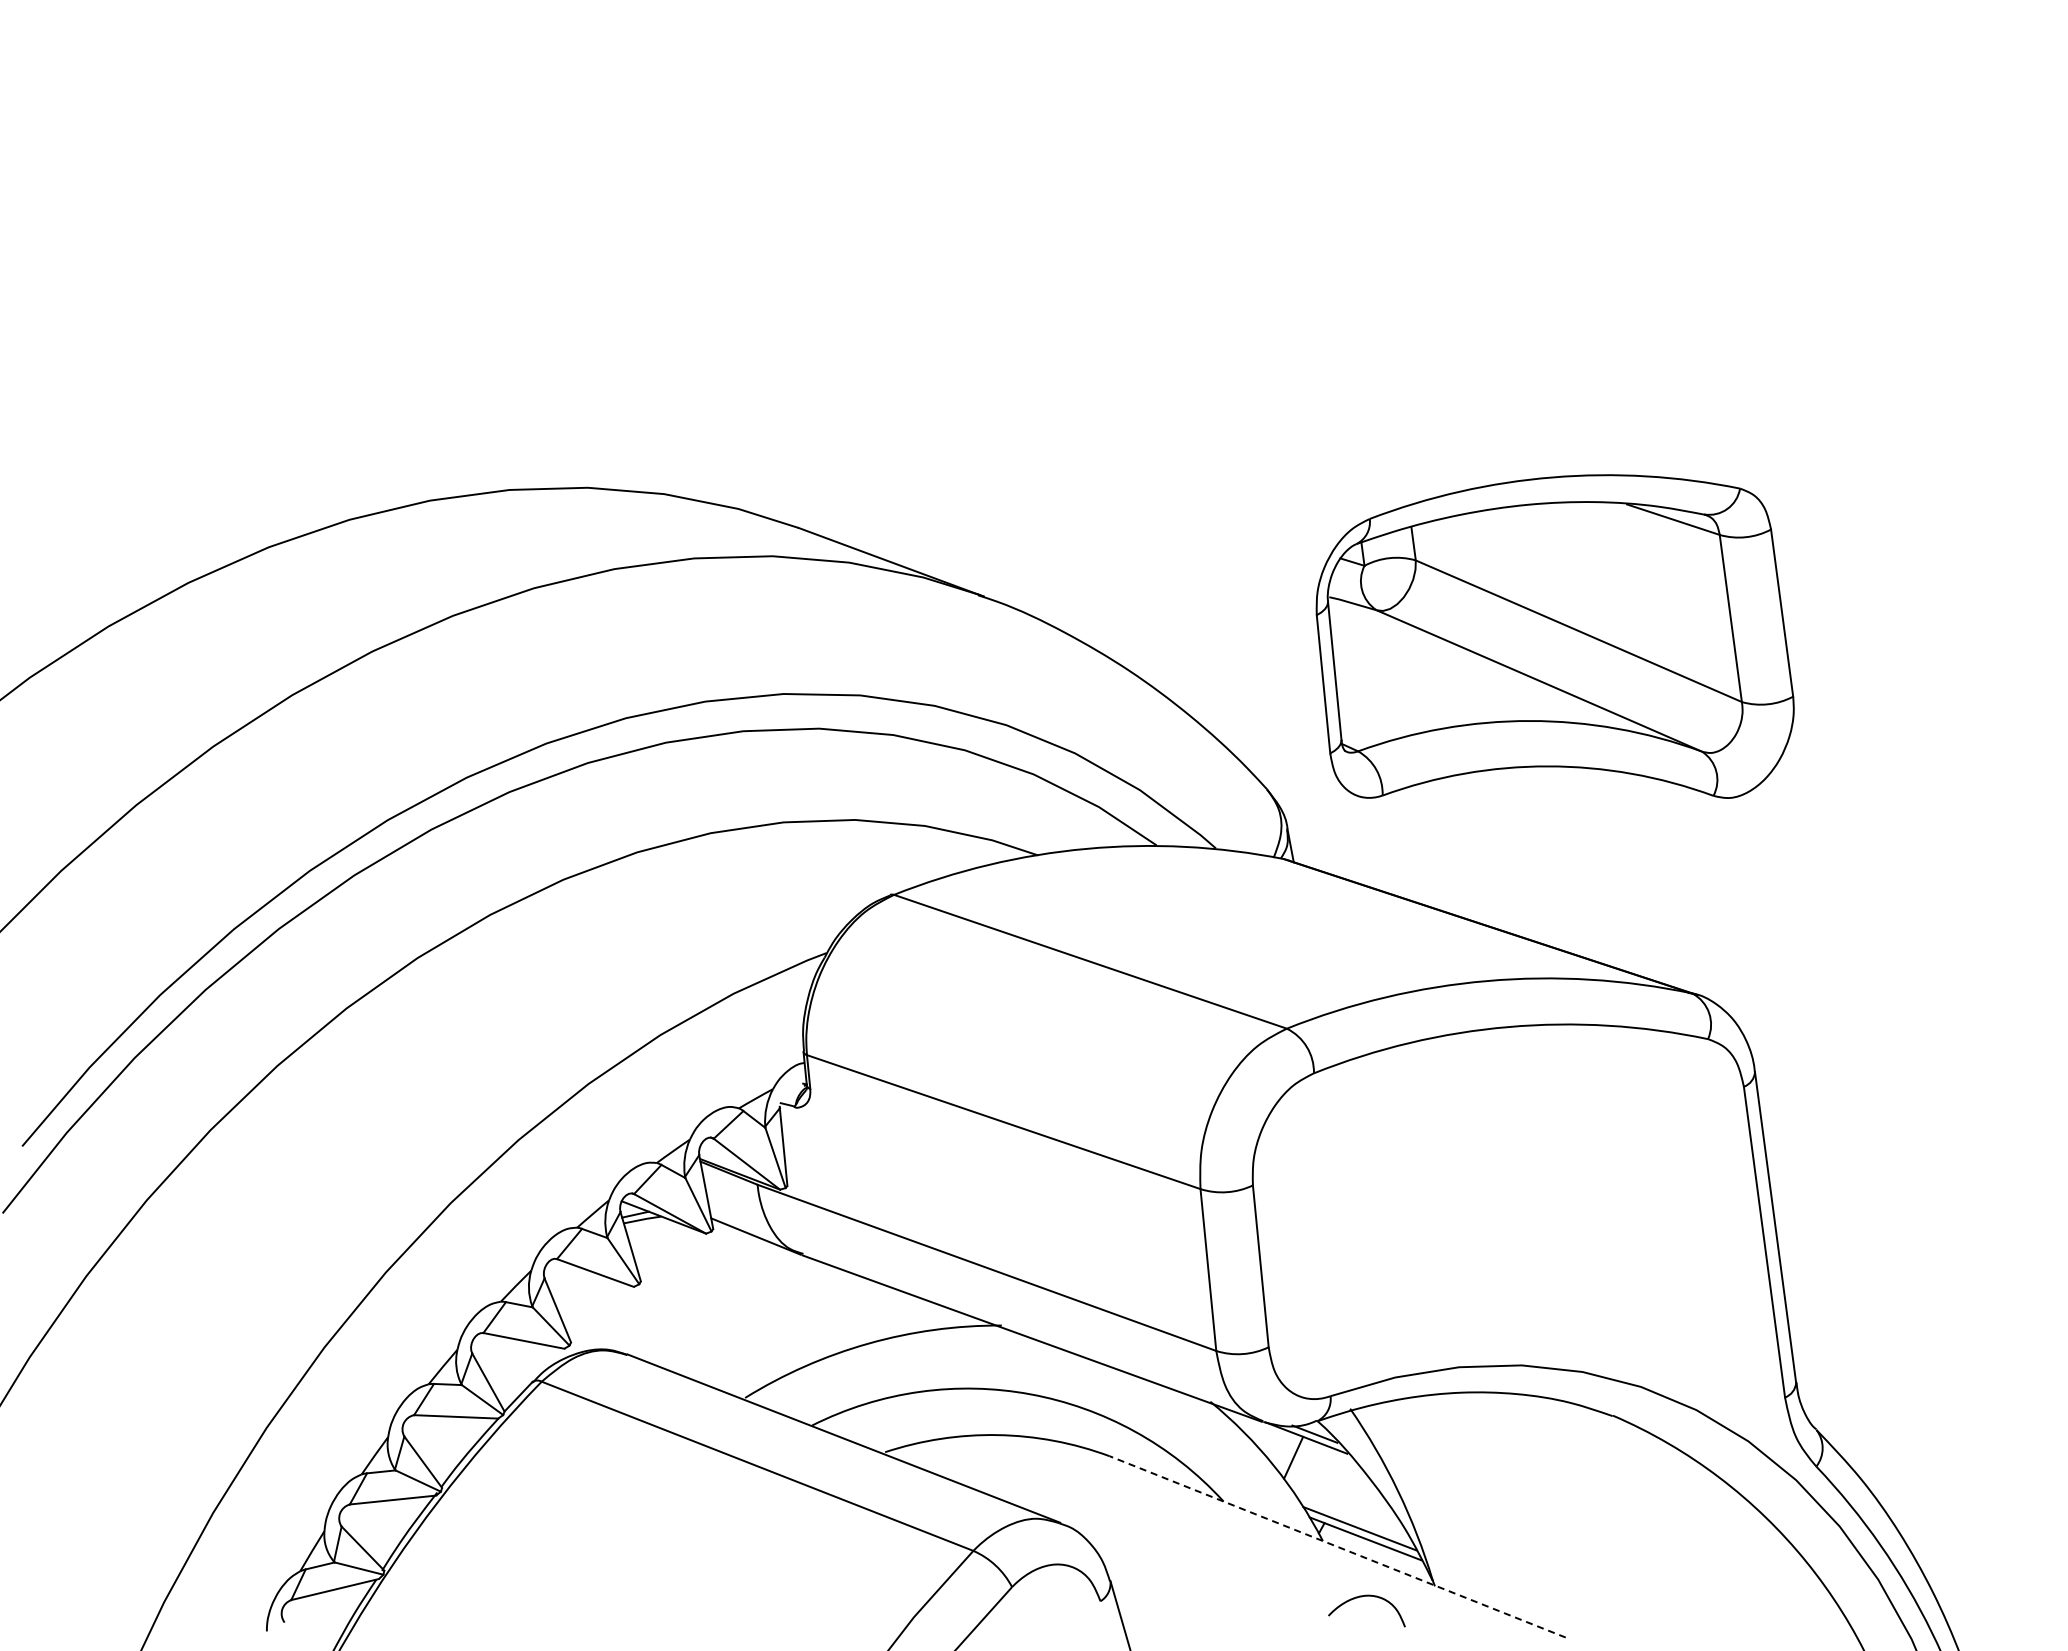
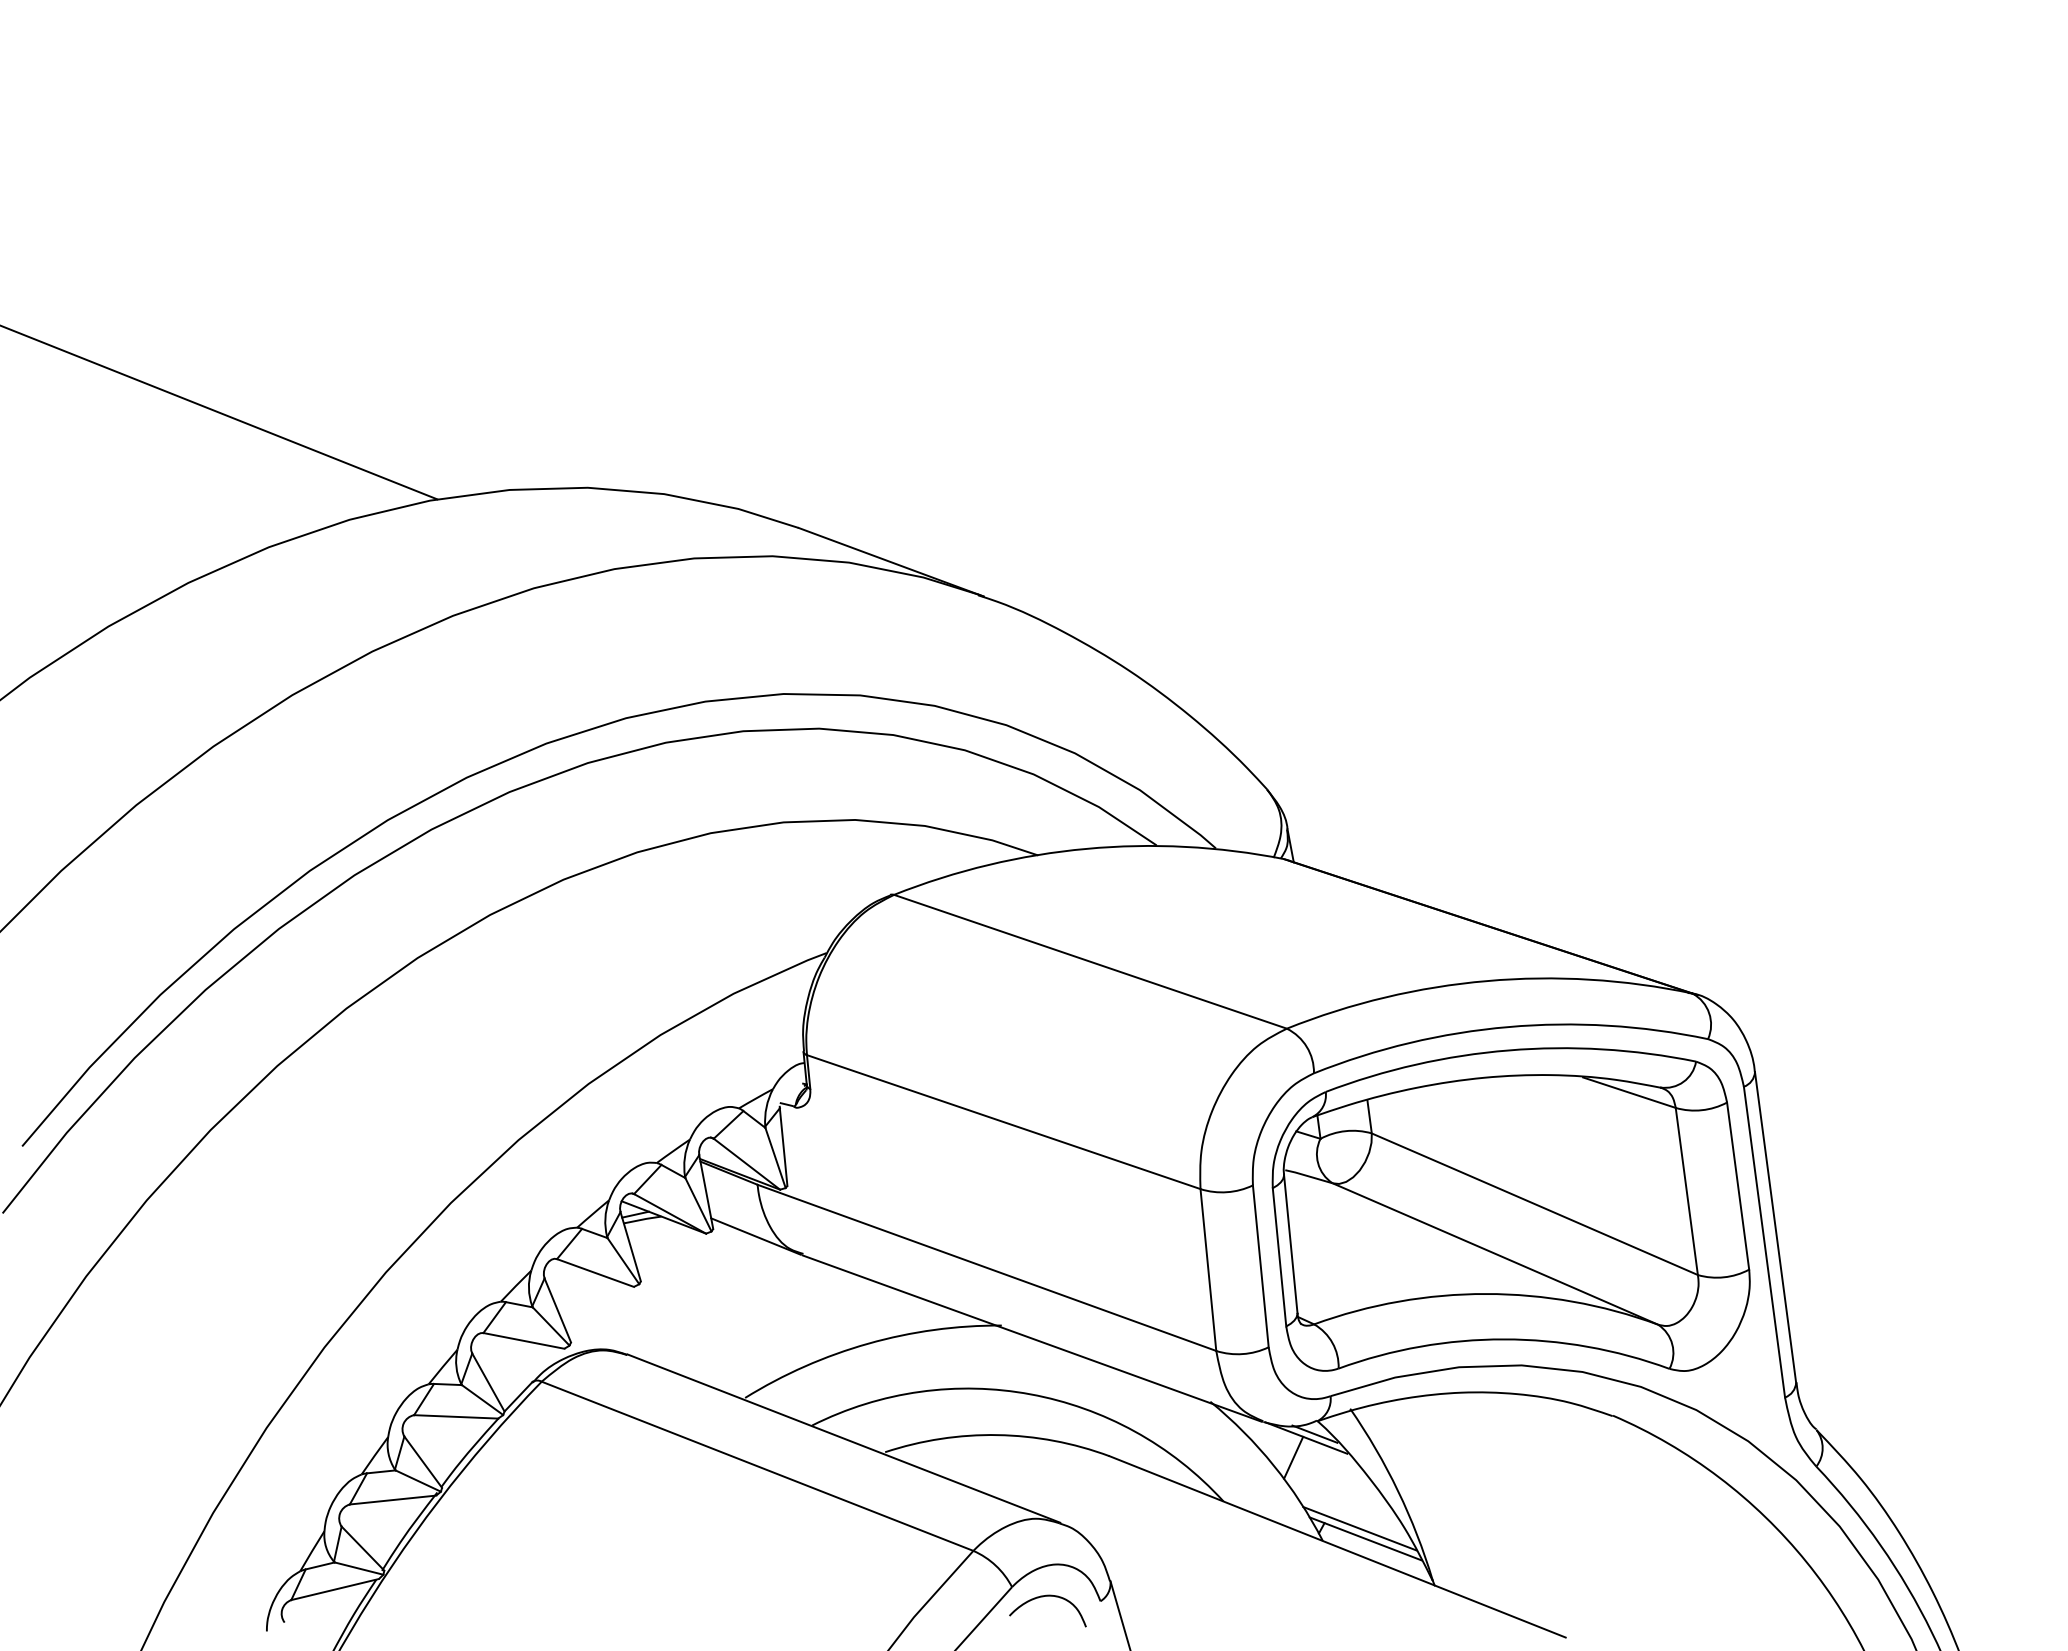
line at (219, 412): none -> present
part at (1554, 636) position: (1554, 636) -> (1510, 1209)
line at (1337, 1546): dashed -> solid
curve at (1362, 1597) position: (1362, 1597) -> (1043, 1597)
